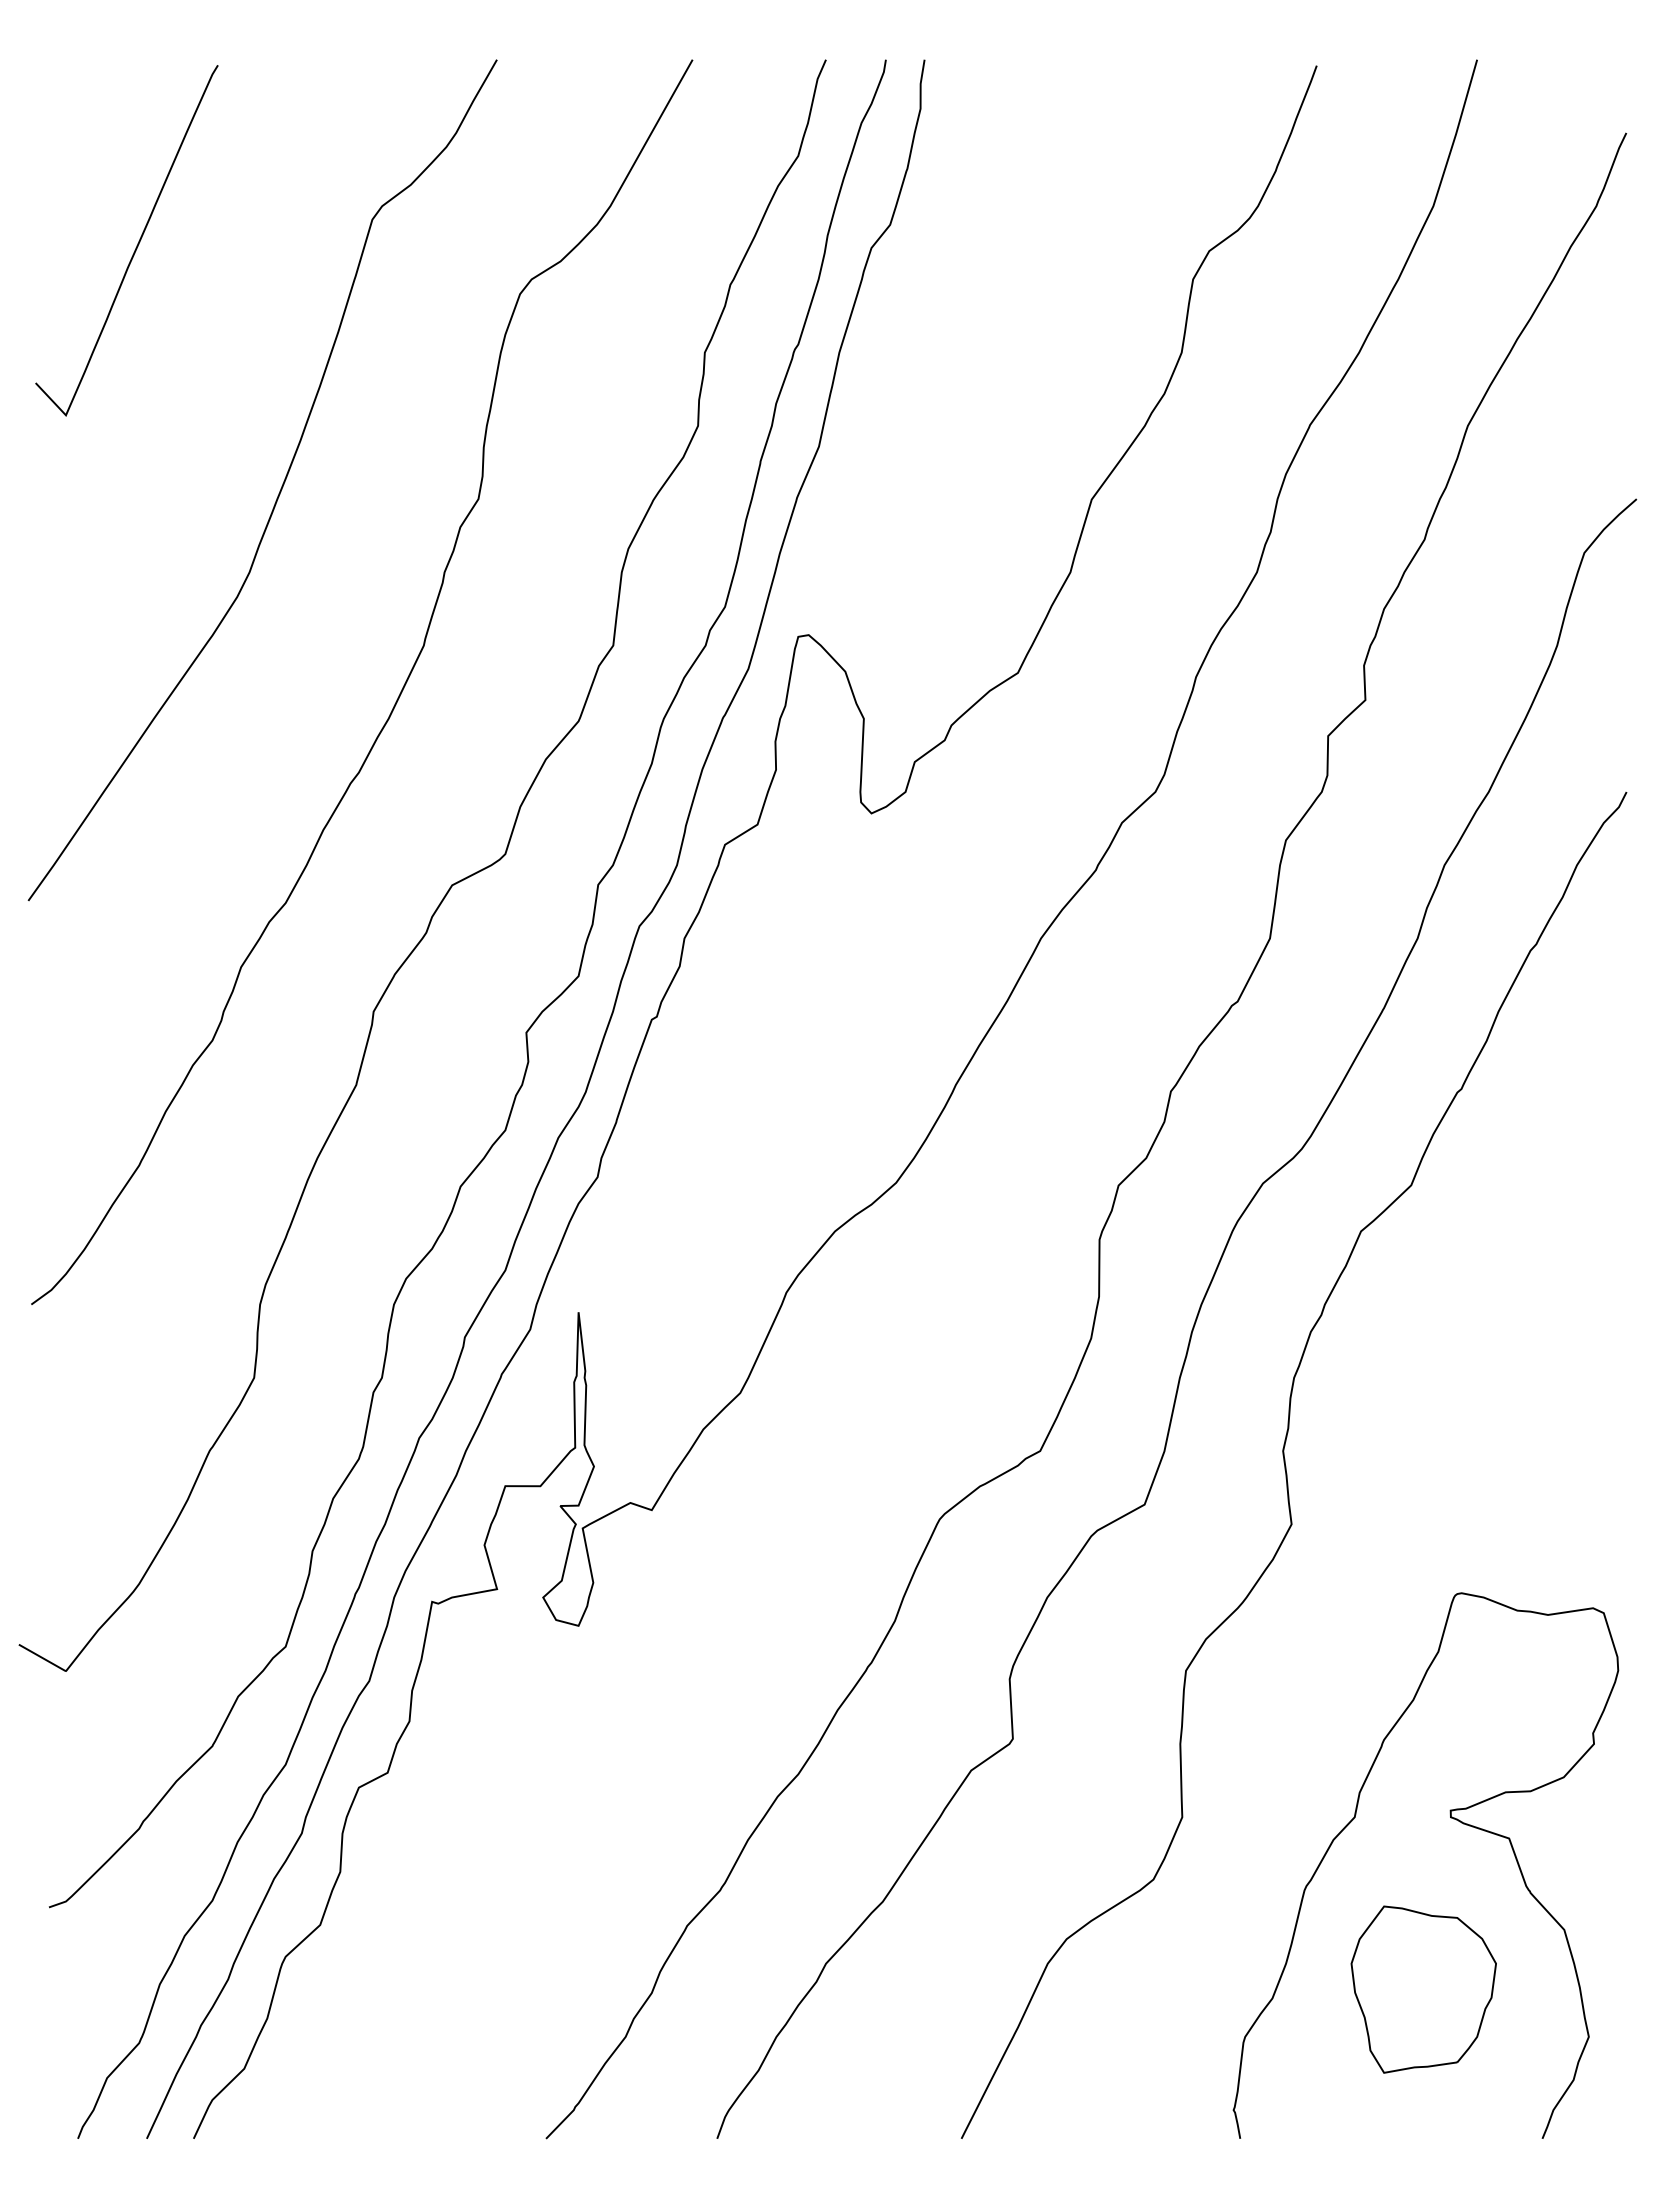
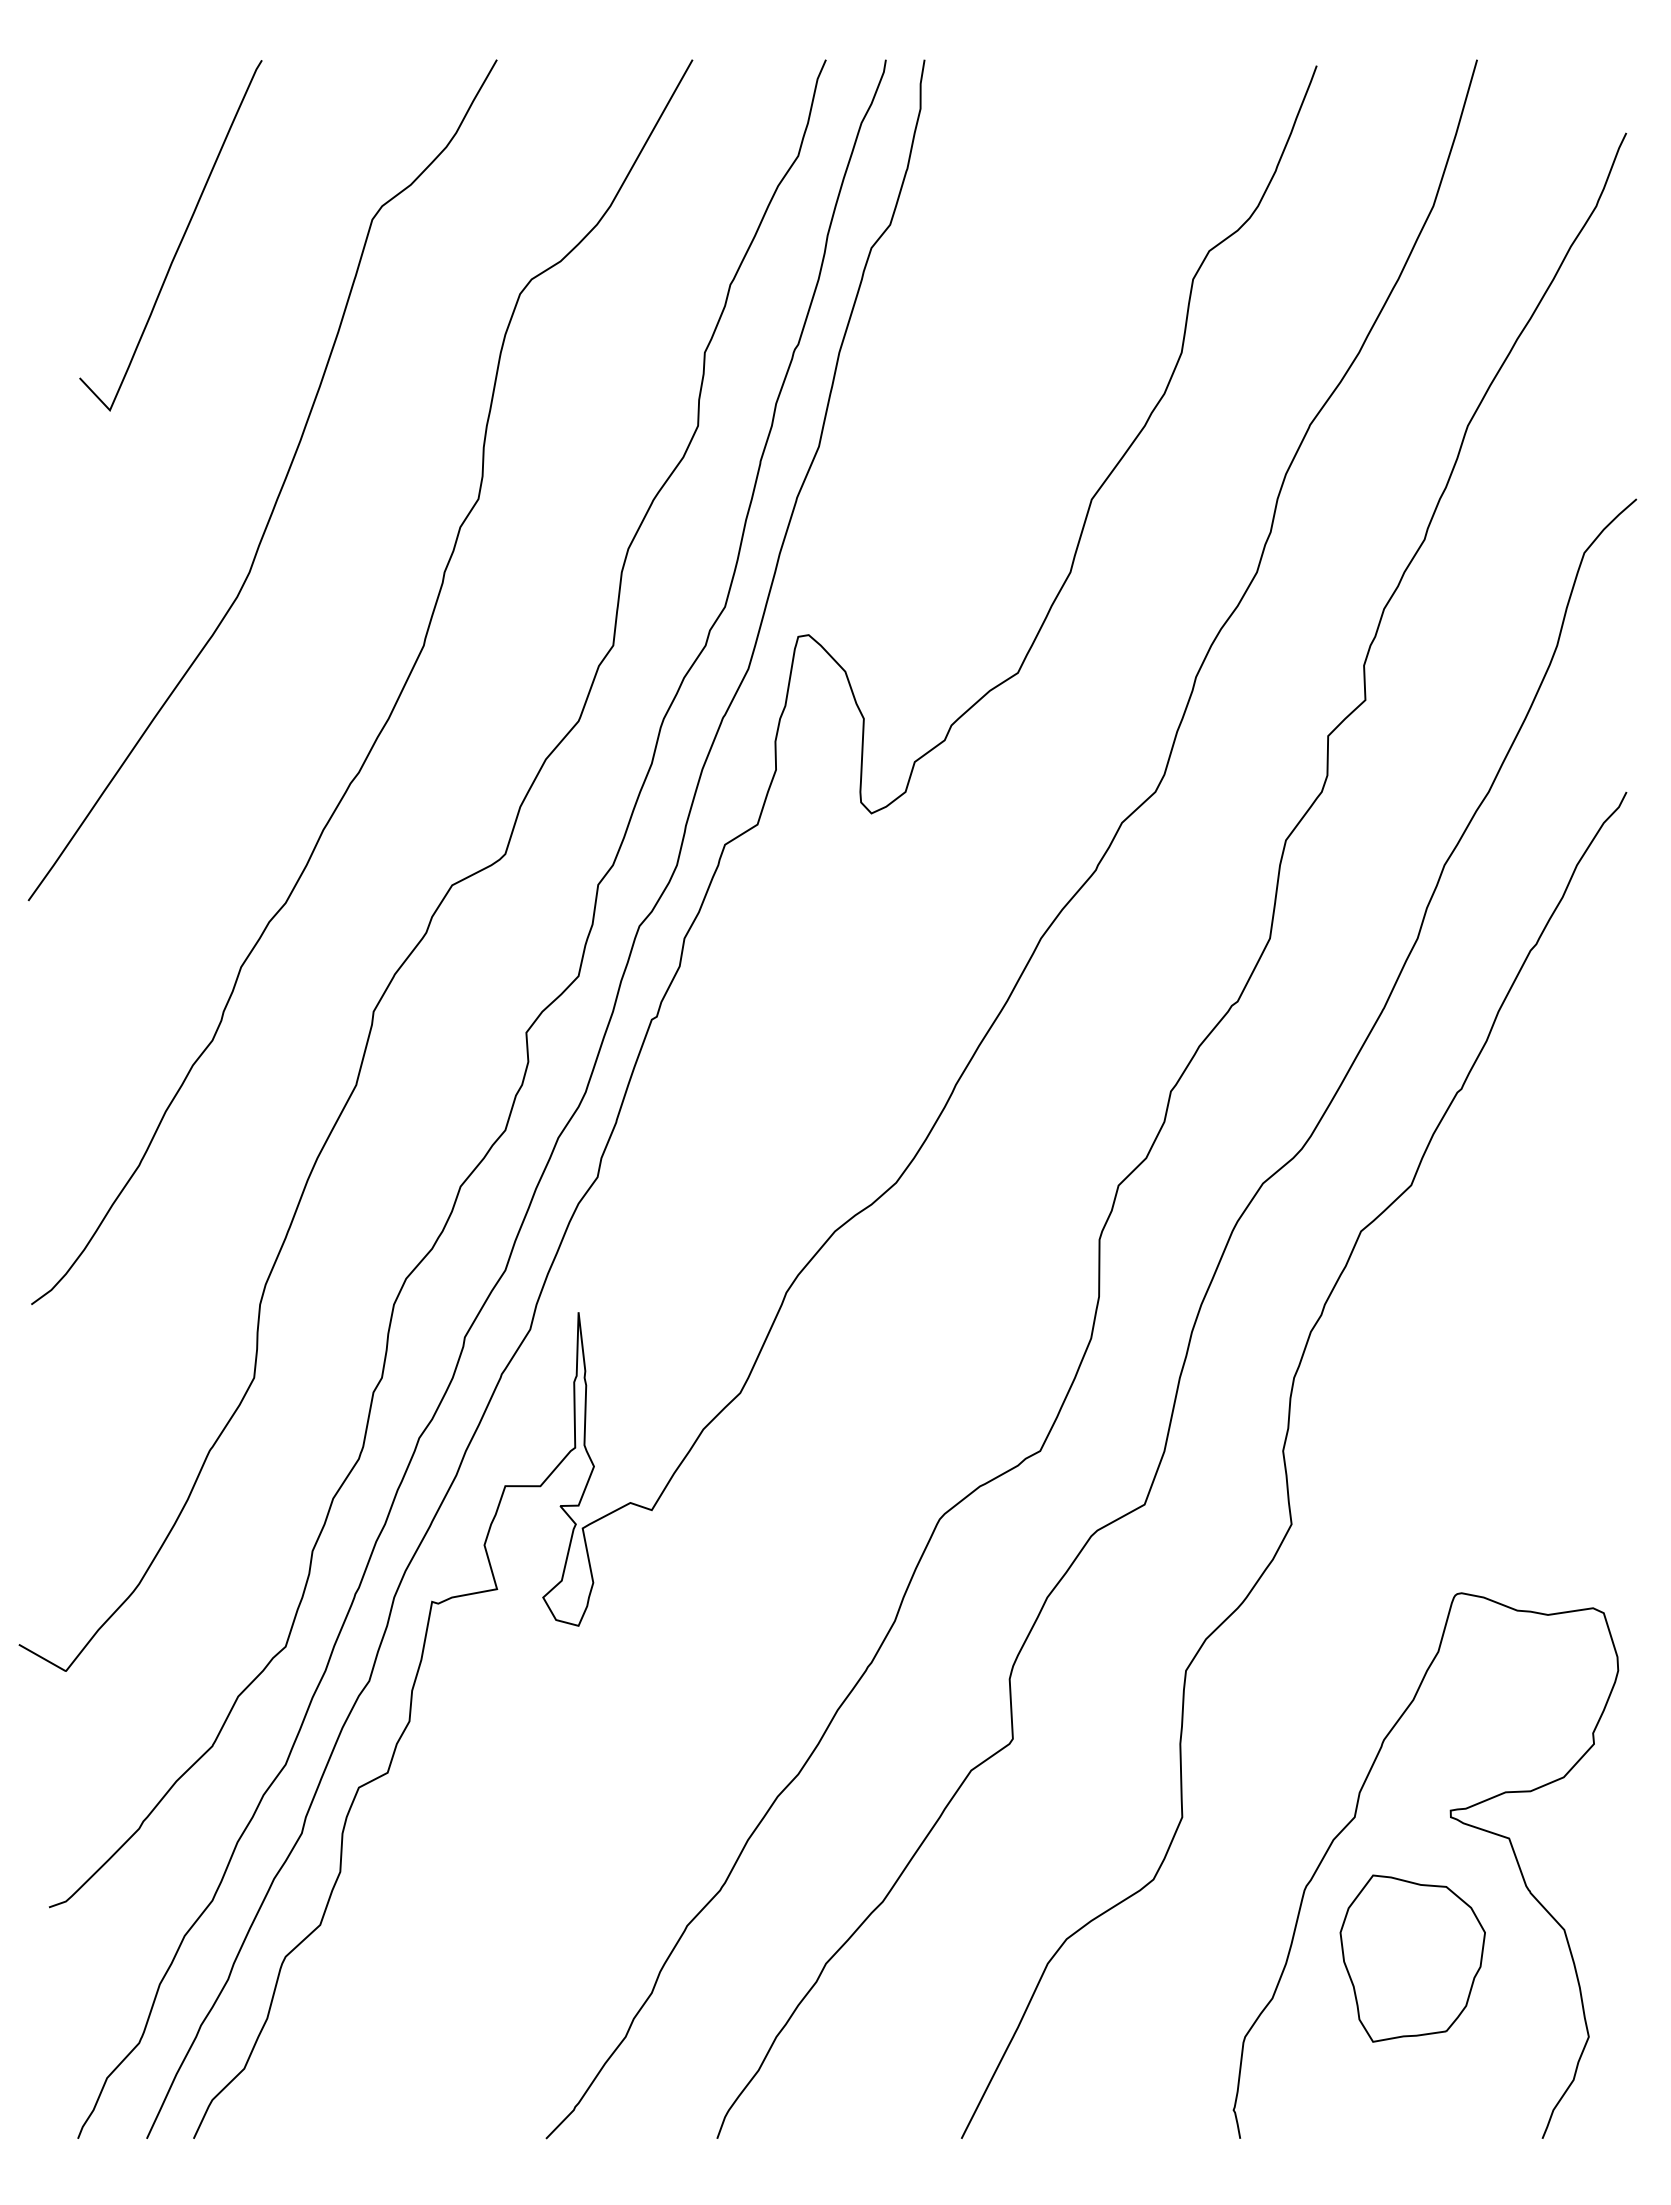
curve at (136, 245) position: (136, 245) -> (180, 240)
part at (1423, 1989) position: (1423, 1989) -> (1412, 1958)
